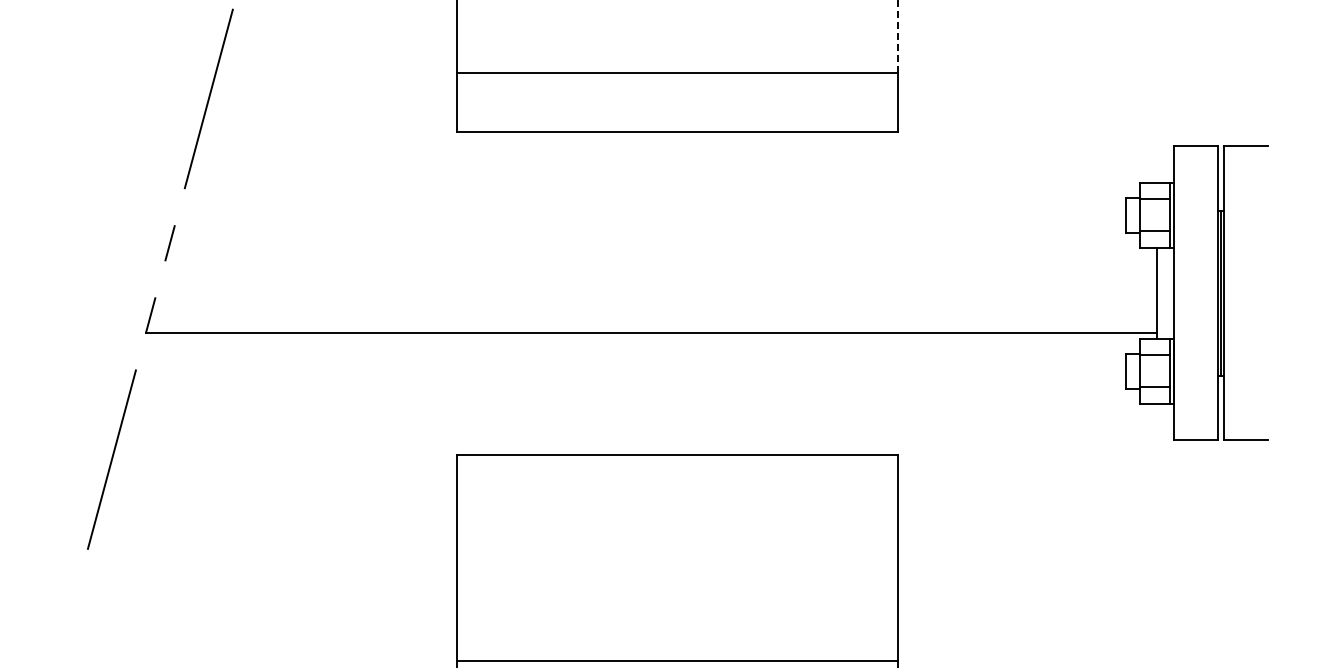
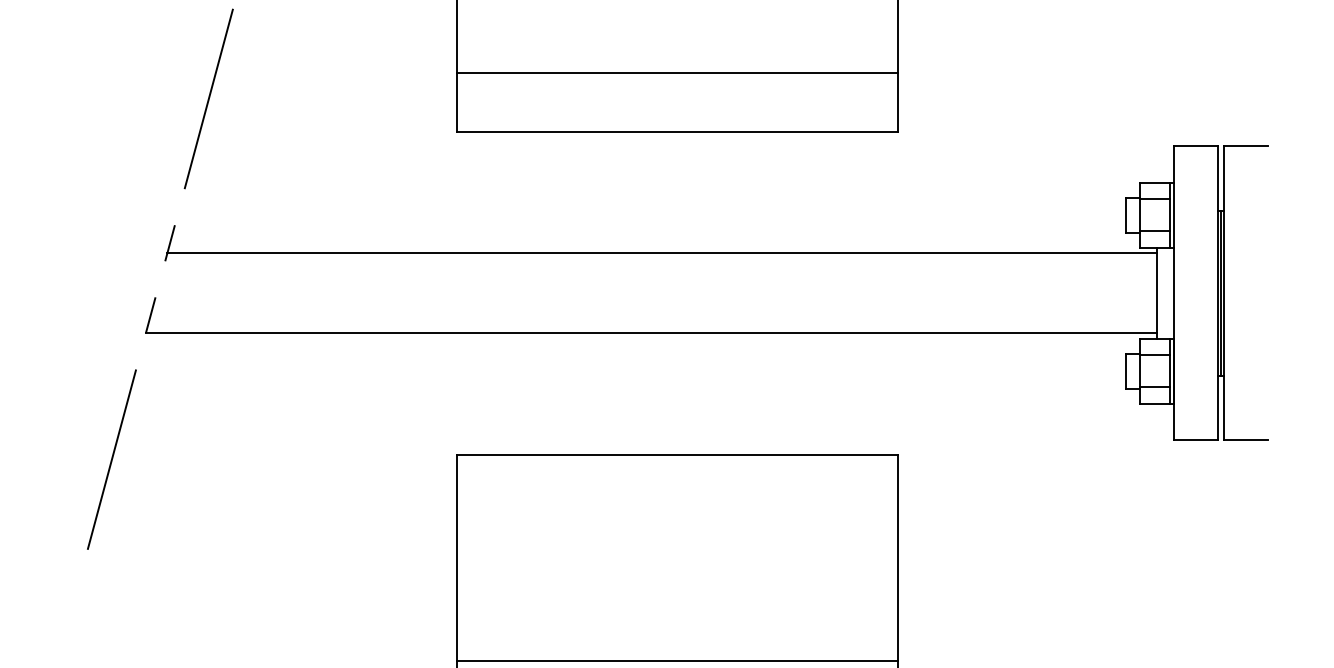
line at (897, 36): dashed -> solid
line at (661, 253): none -> present
